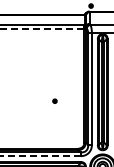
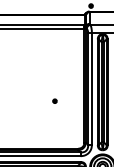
line at (42, 29): dashed -> solid
line at (40, 156): dashed -> solid
